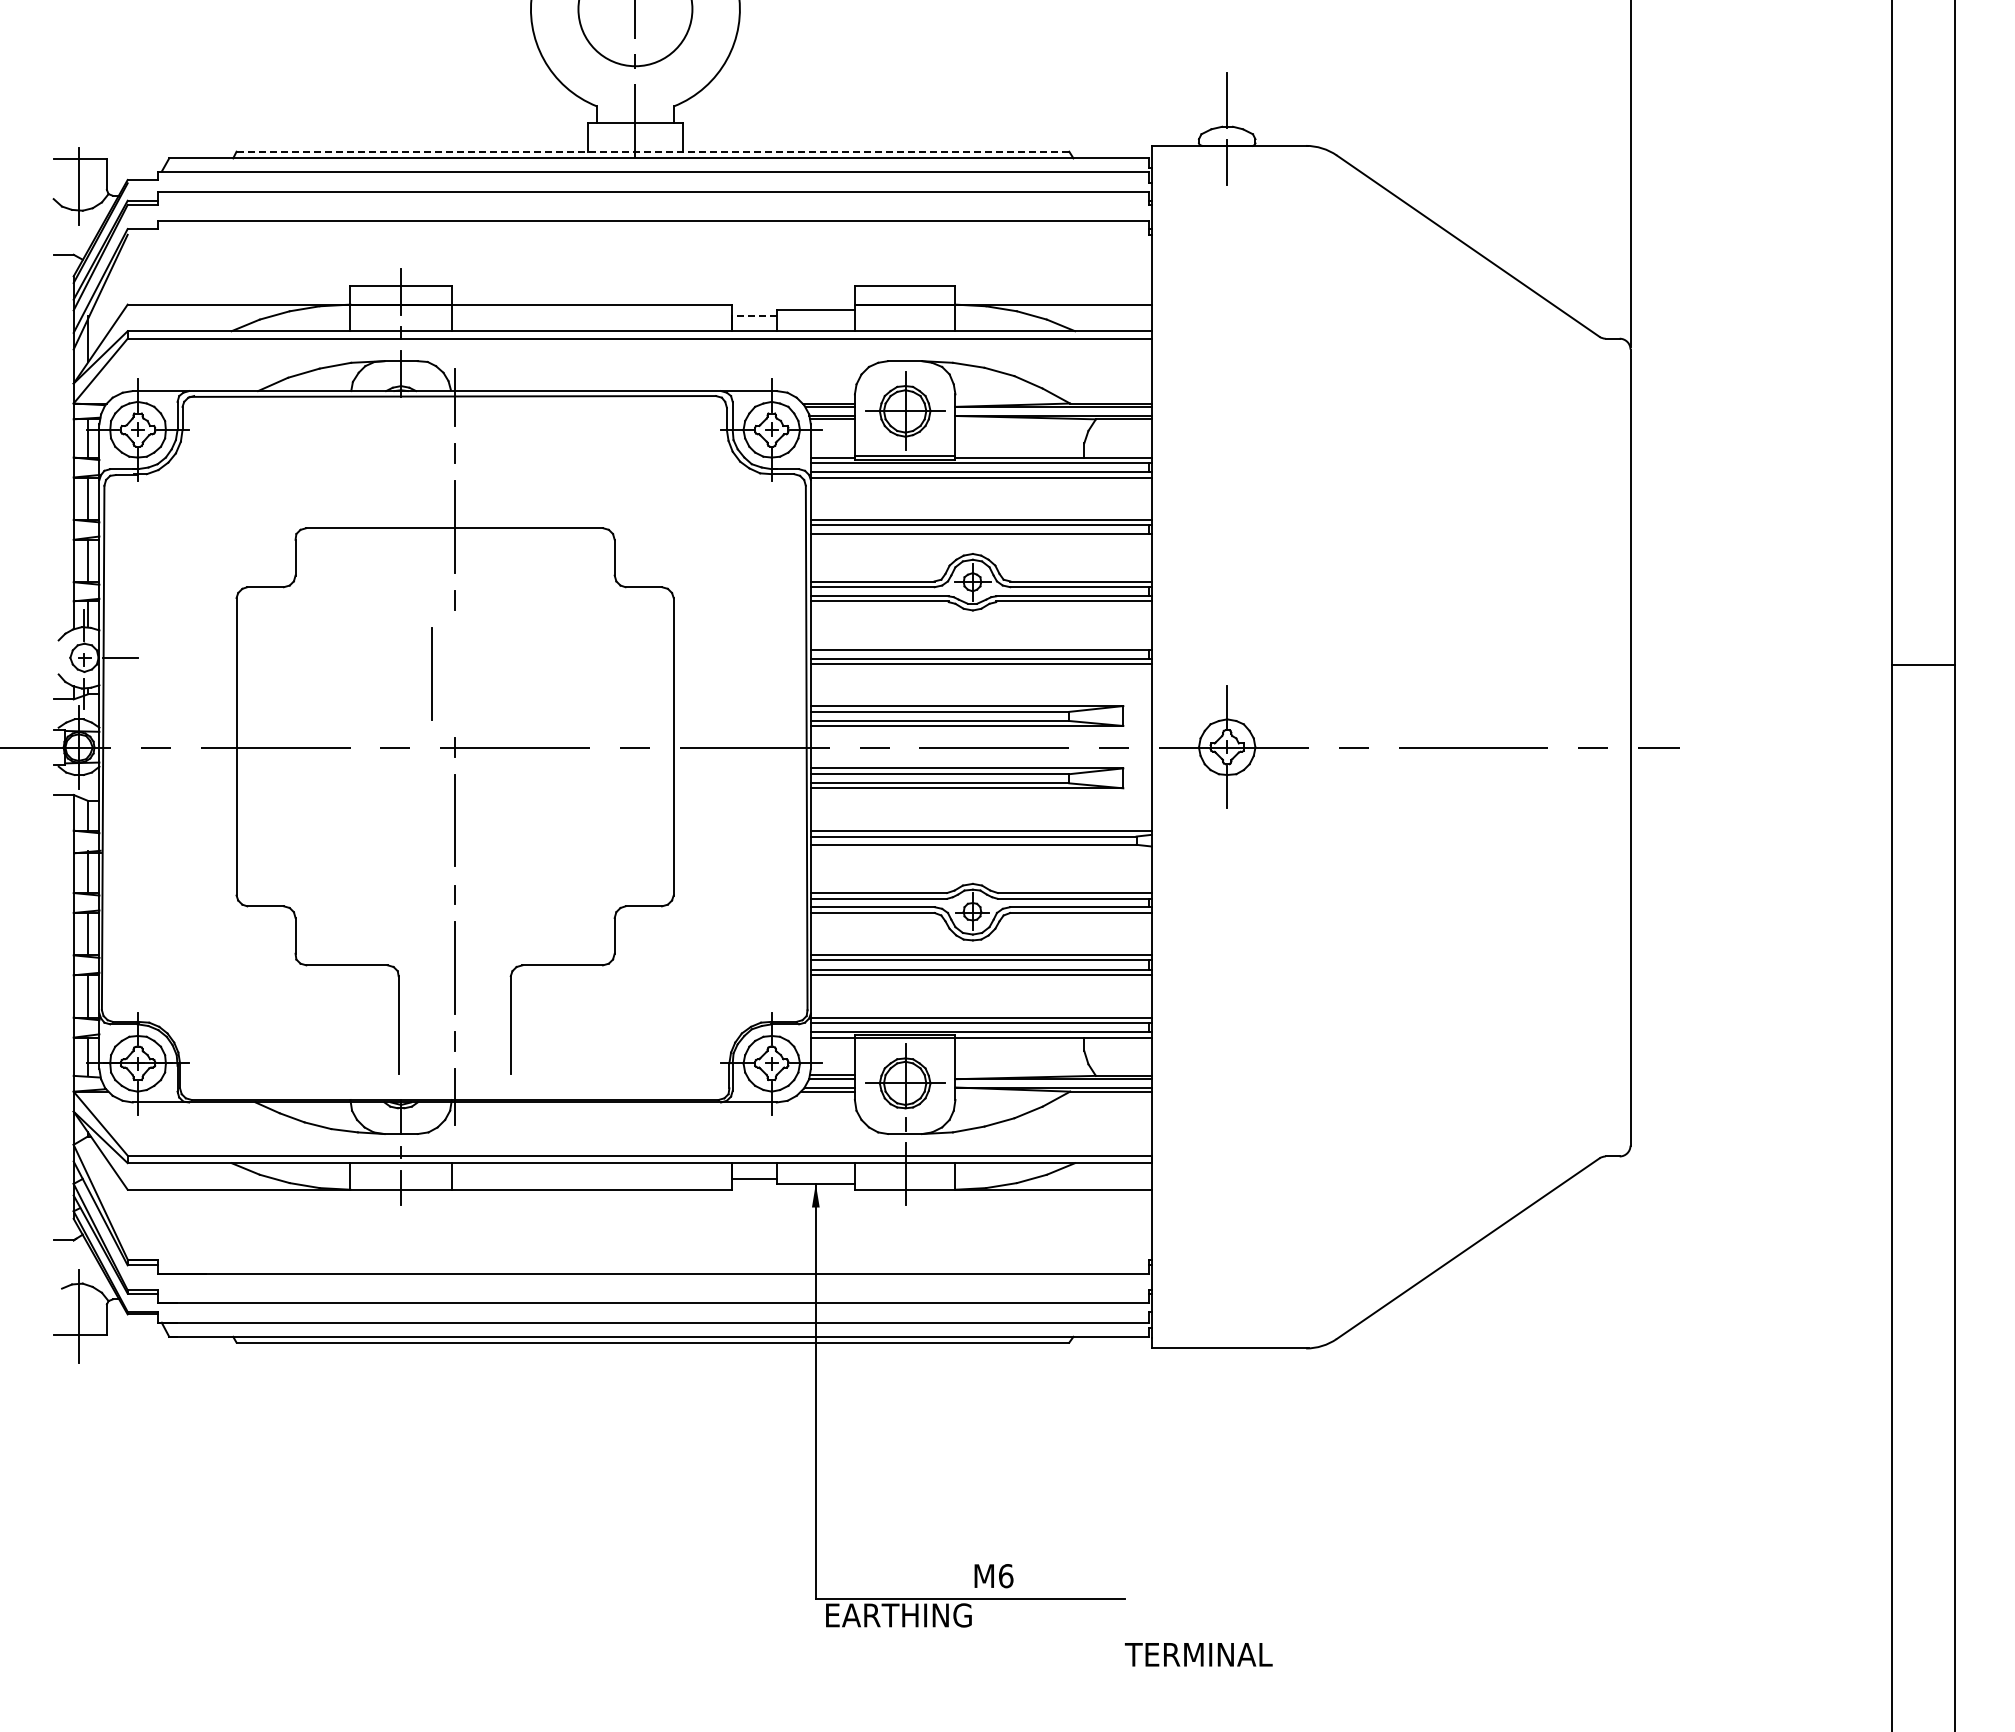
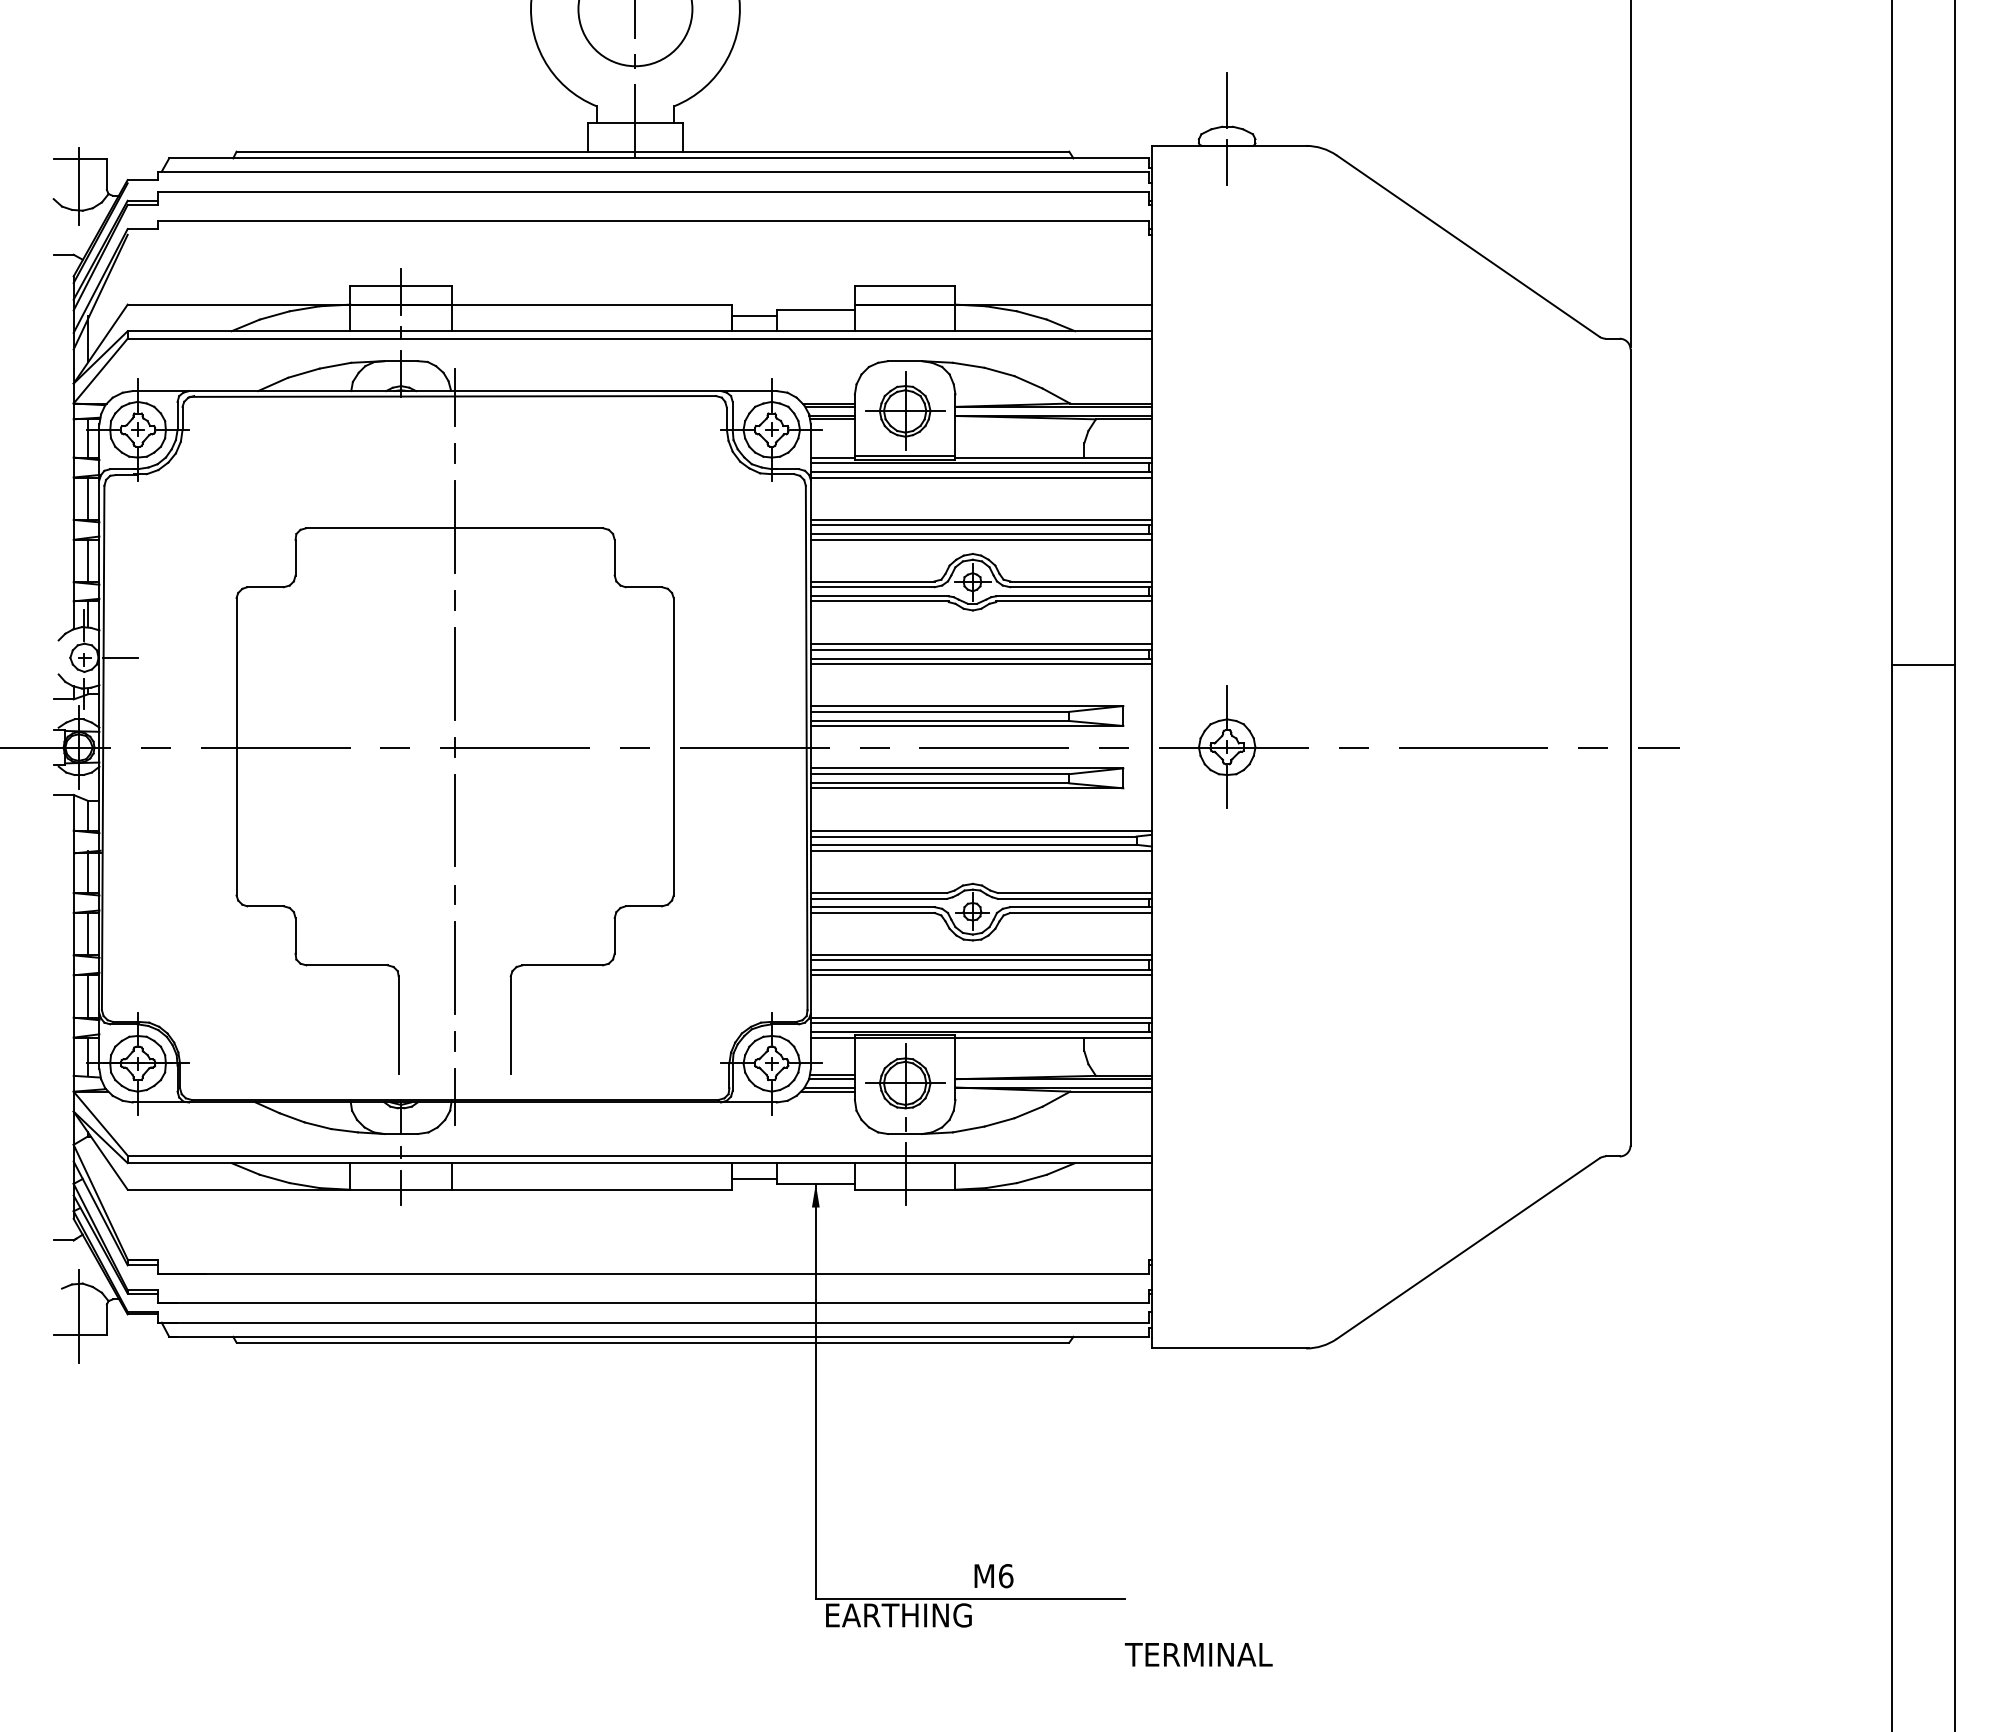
line at (652, 151): dashed -> solid
line at (753, 316): dashed -> solid
line at (980, 539): none -> present
line at (980, 643): none -> present
line at (431, 673) position: (431, 673) -> (454, 673)
line at (980, 850): none -> present
